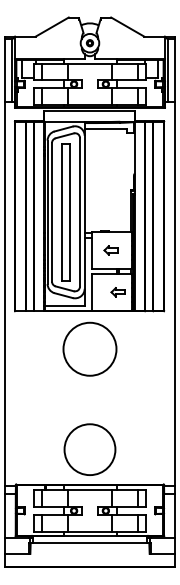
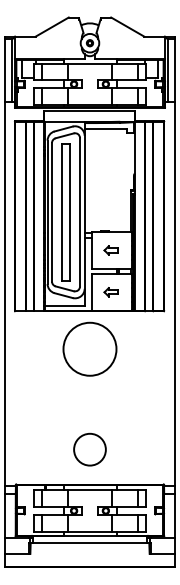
part at (117, 292) position: (117, 292) -> (110, 292)
circle at (89, 449) diameter: 51 px -> 32 px
